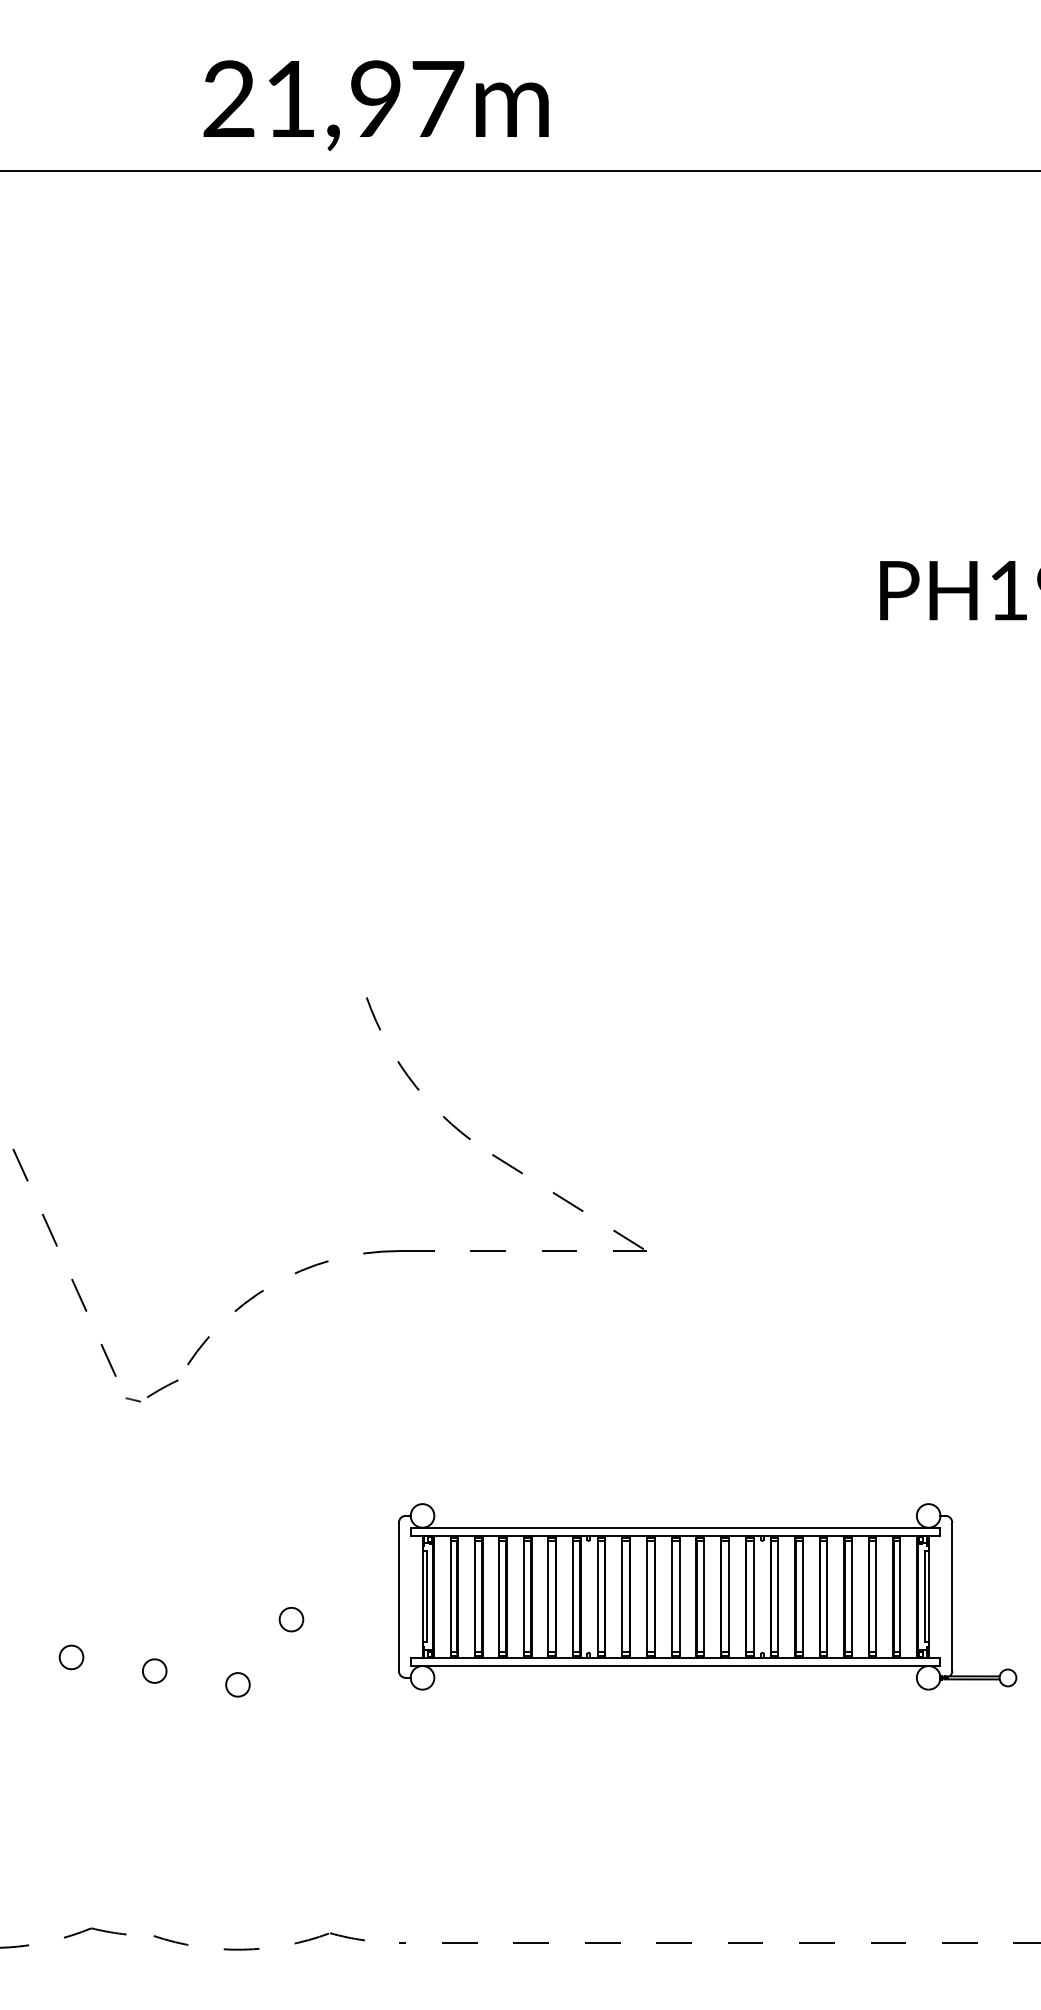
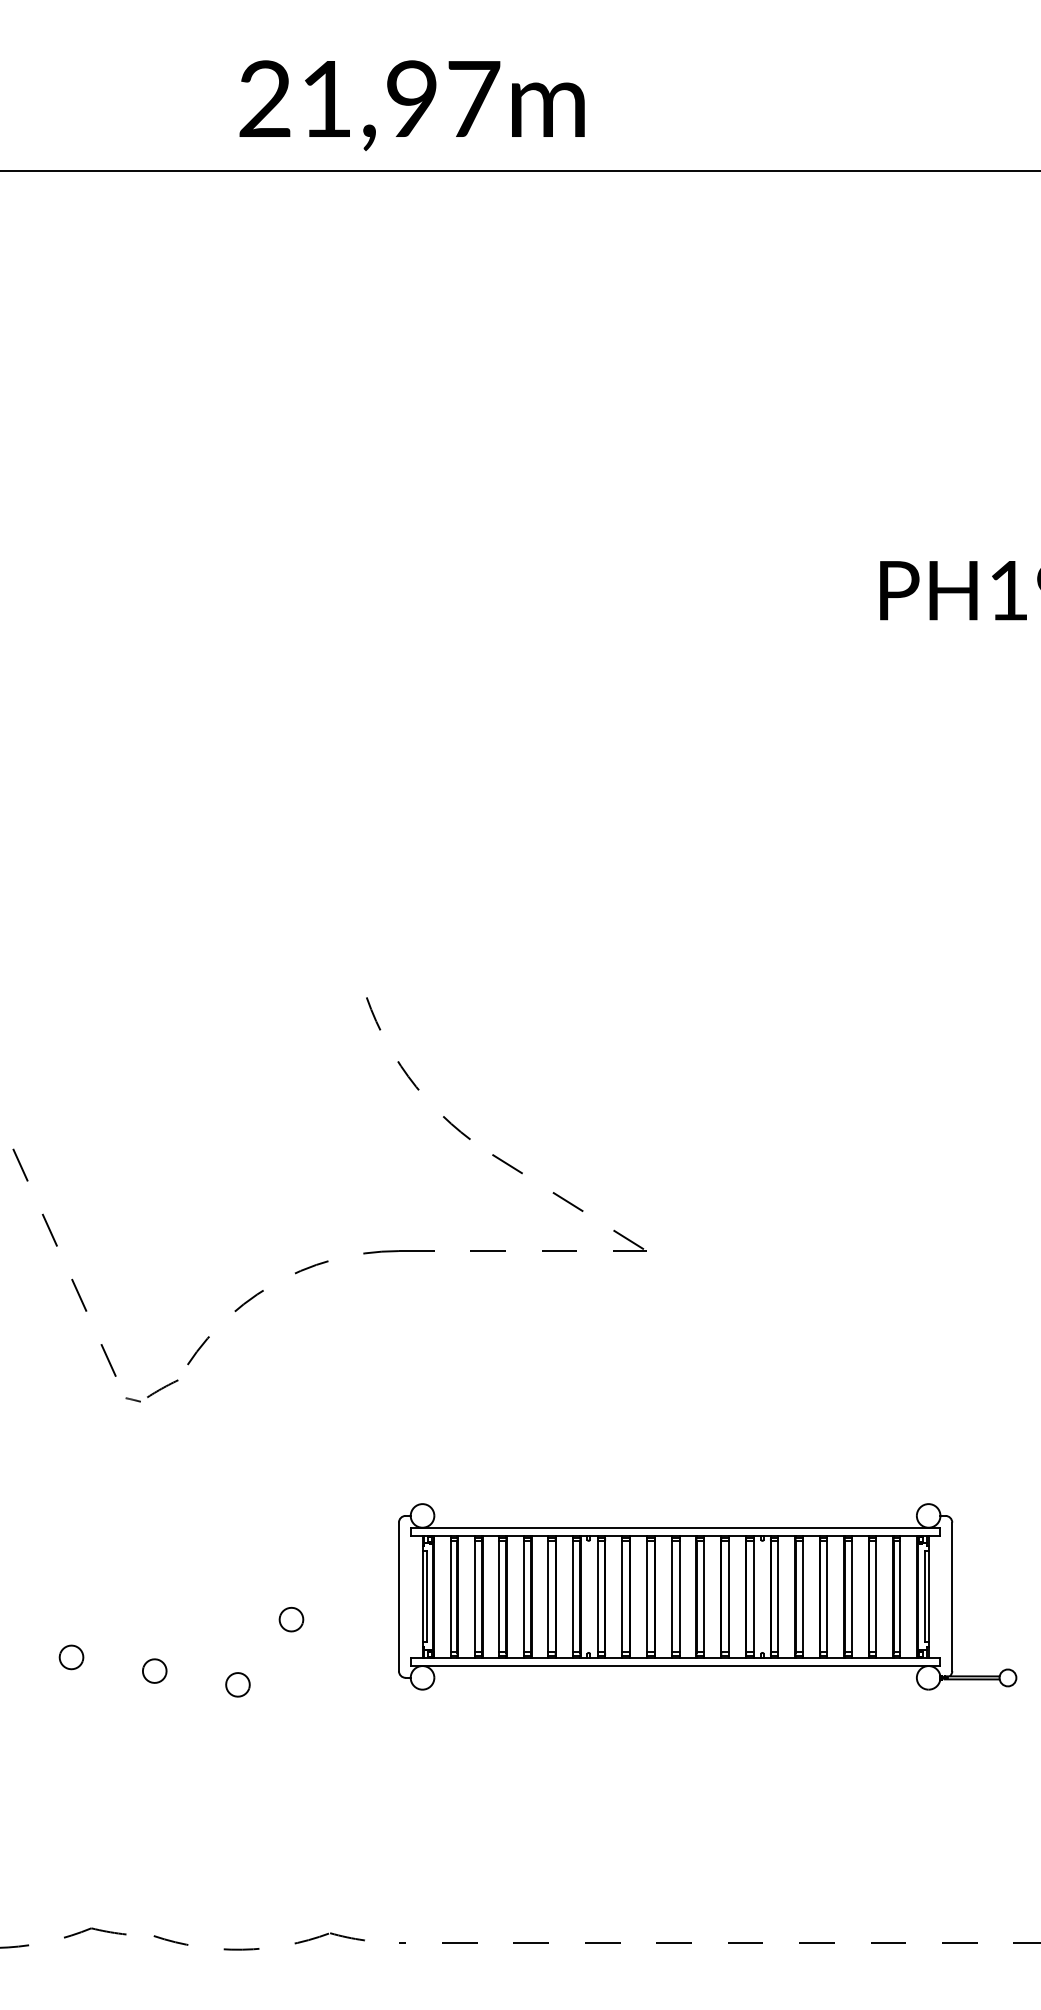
text at (375, 105) position: (375, 105) -> (411, 105)
